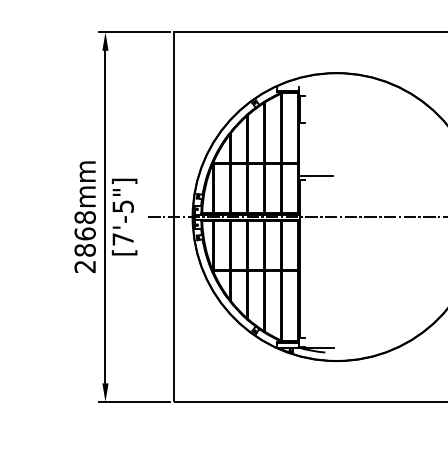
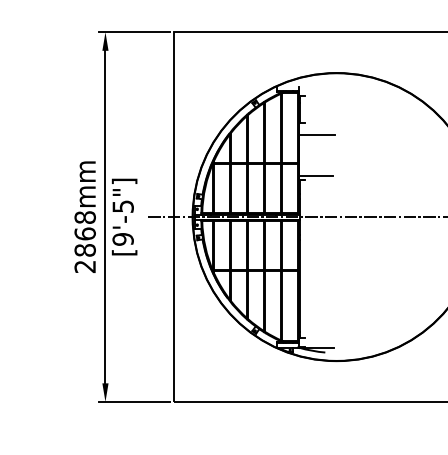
line at (317, 134): none -> present
text at (122, 239): [7'-5"] -> [9'-5"]
